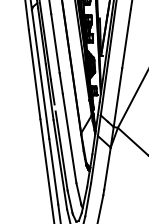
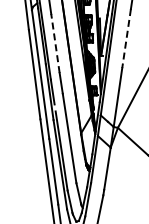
line at (126, 38): solid -> dashed
line at (55, 43): solid -> dashed
